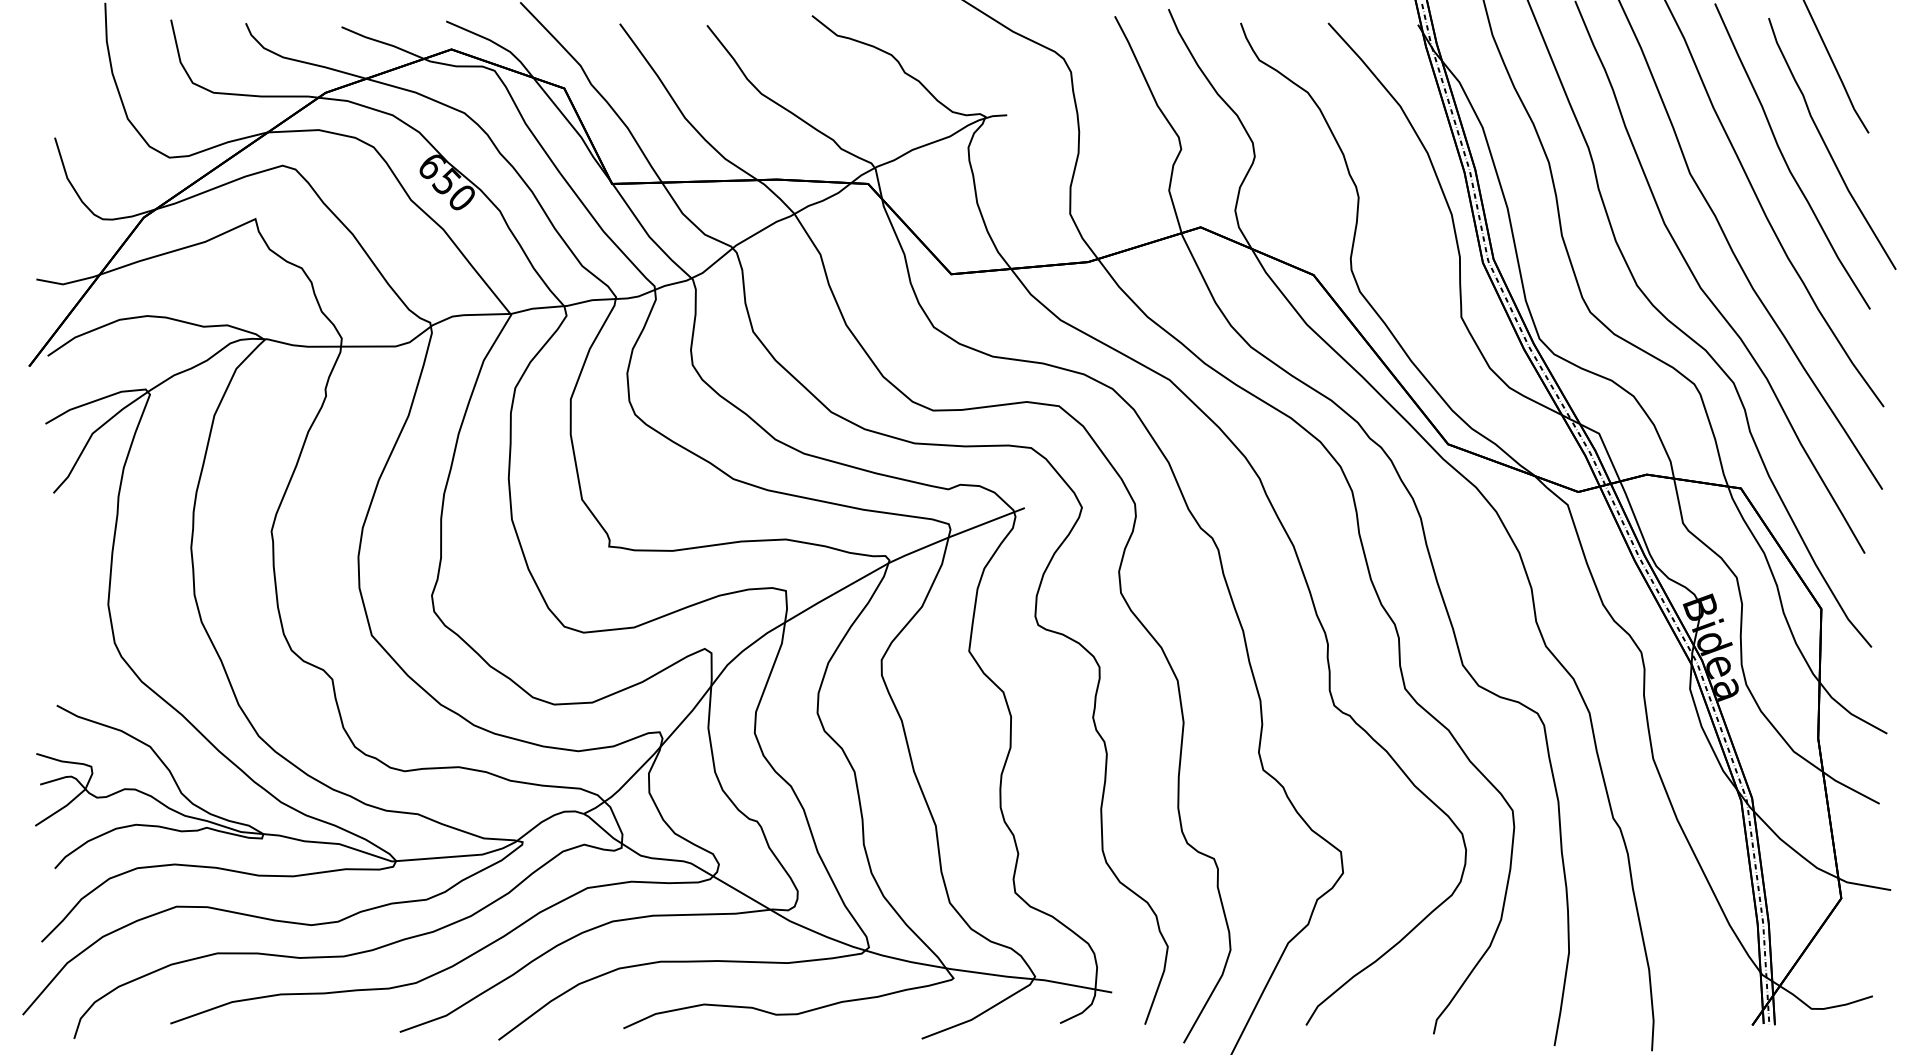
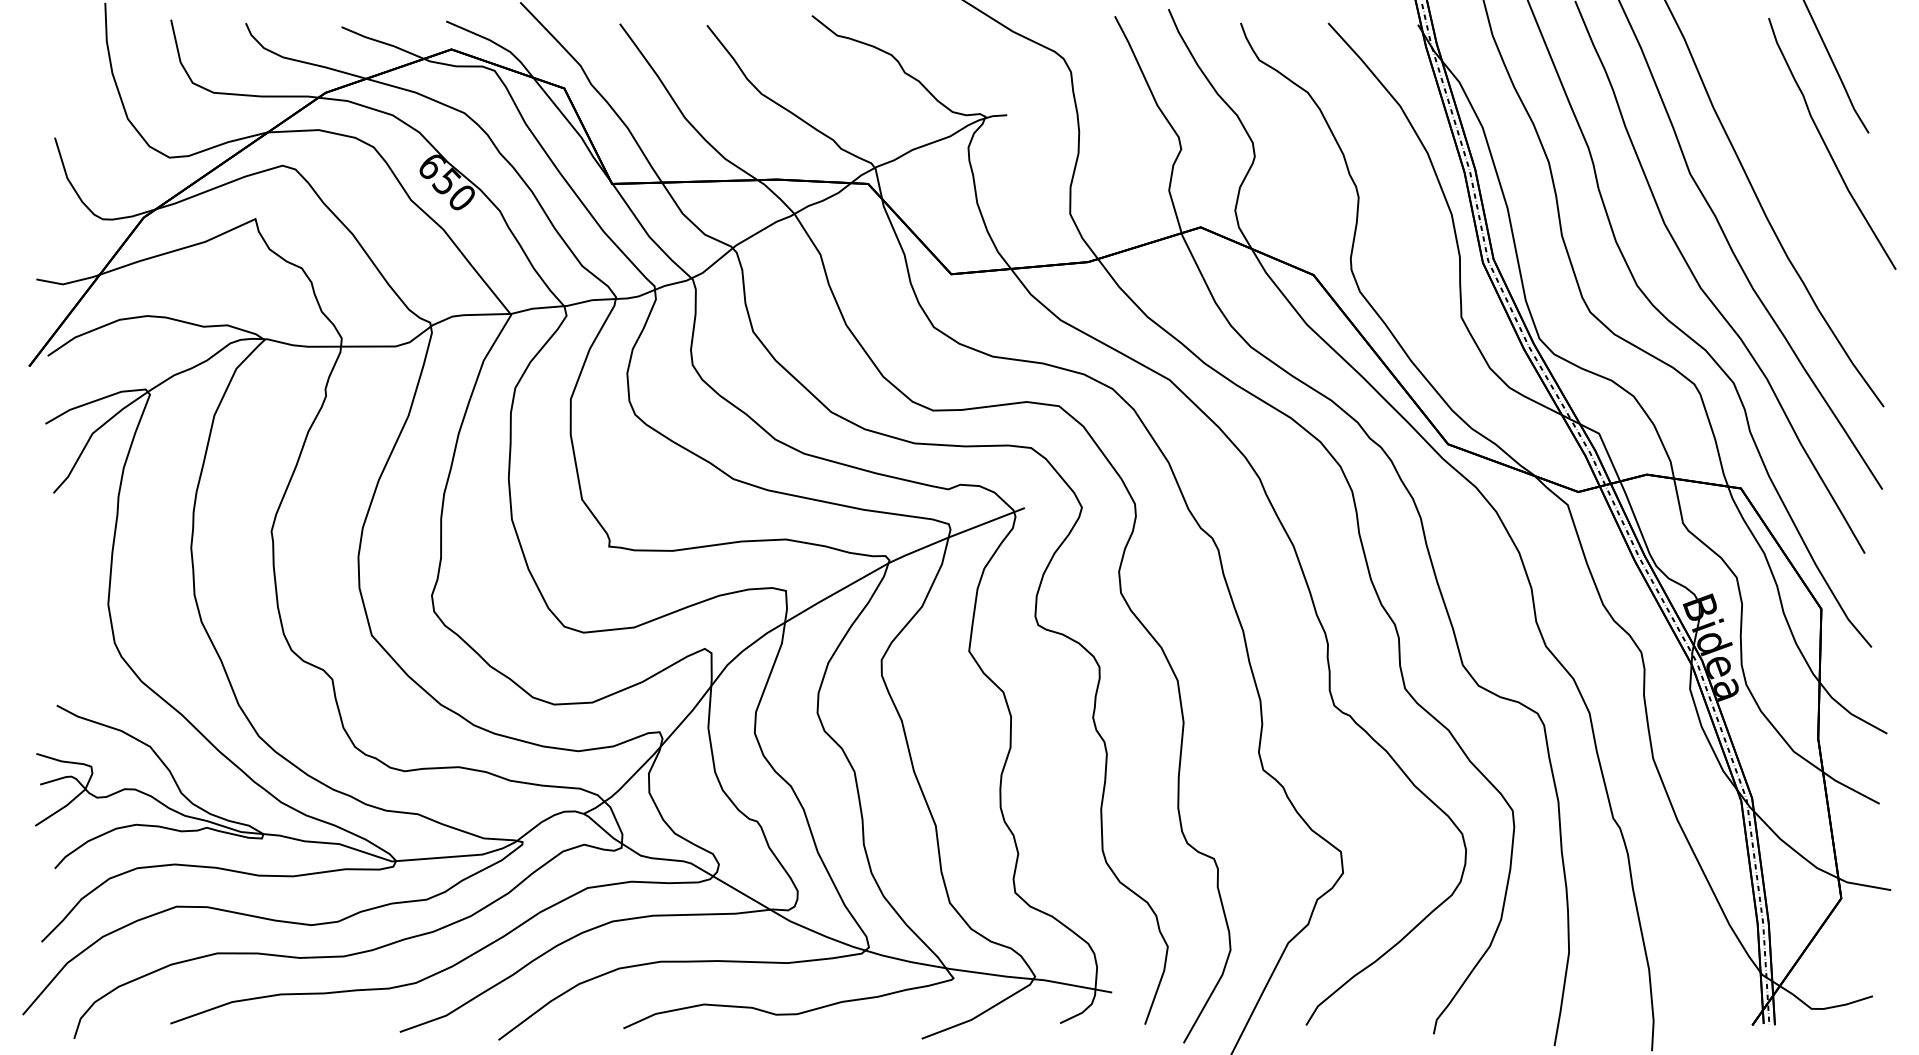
curve at (1785, 159): present -> none
